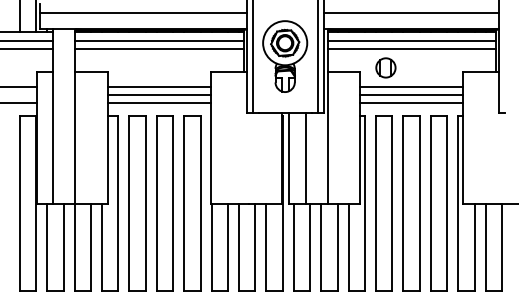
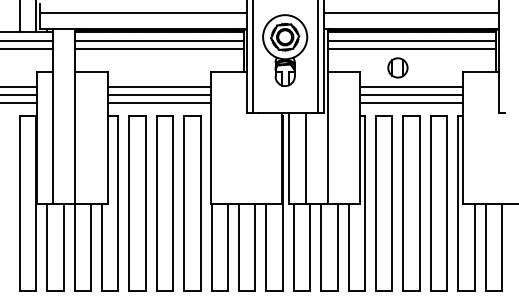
part at (285, 56) position: (285, 56) -> (285, 50)
part at (385, 67) position: (385, 67) -> (397, 67)
line at (19, 95): none -> present
